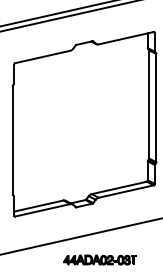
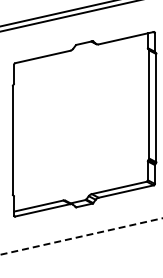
line at (81, 236): solid -> dashed
part at (99, 259): present -> none
